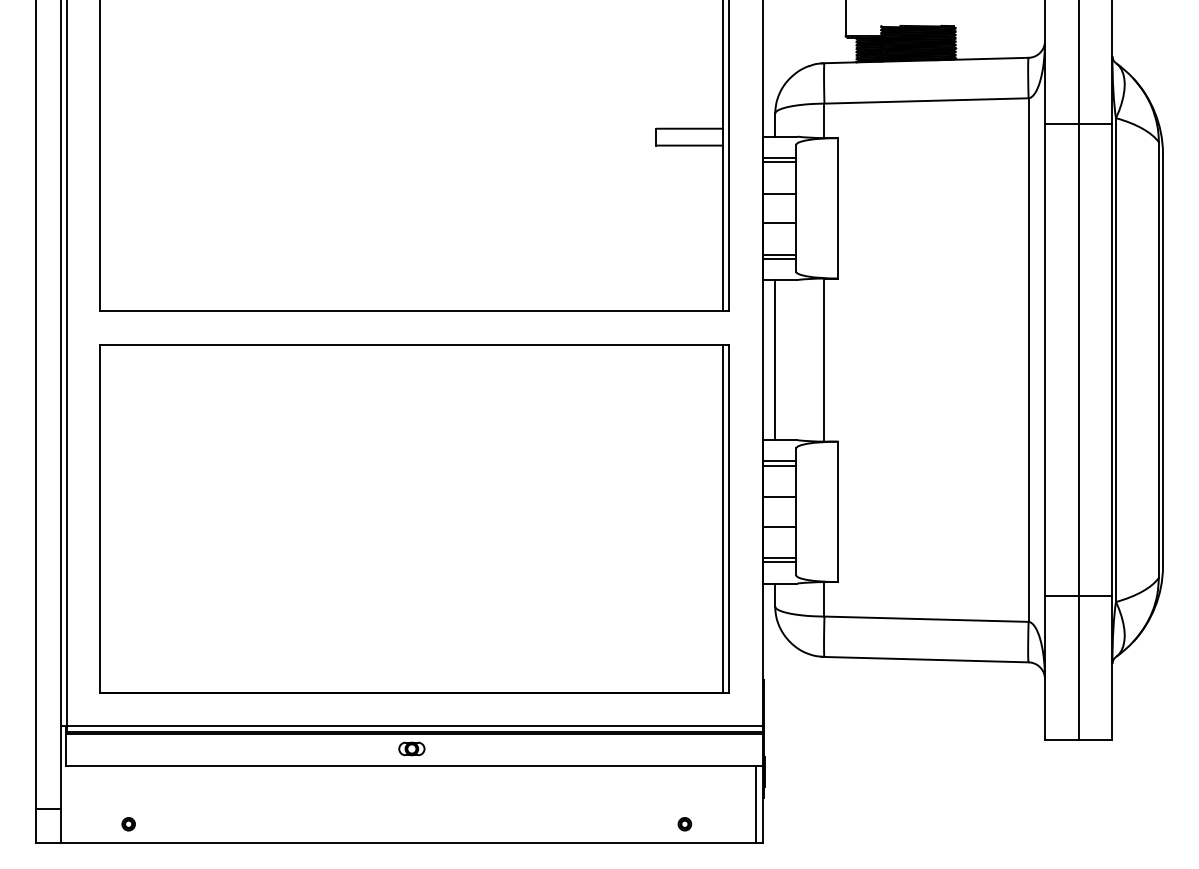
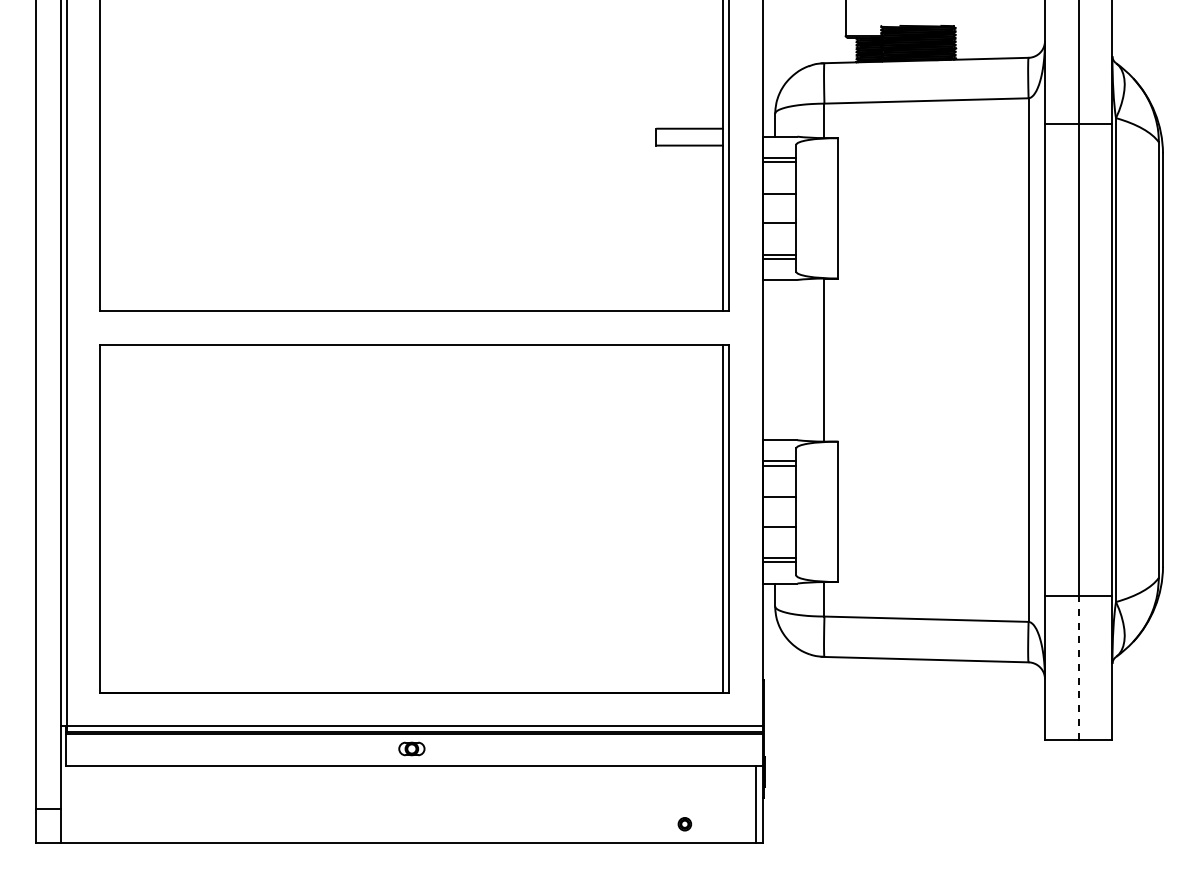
line at (775, 360): present -> none
line at (1078, 667): solid -> dashed
part at (128, 824): present -> none
